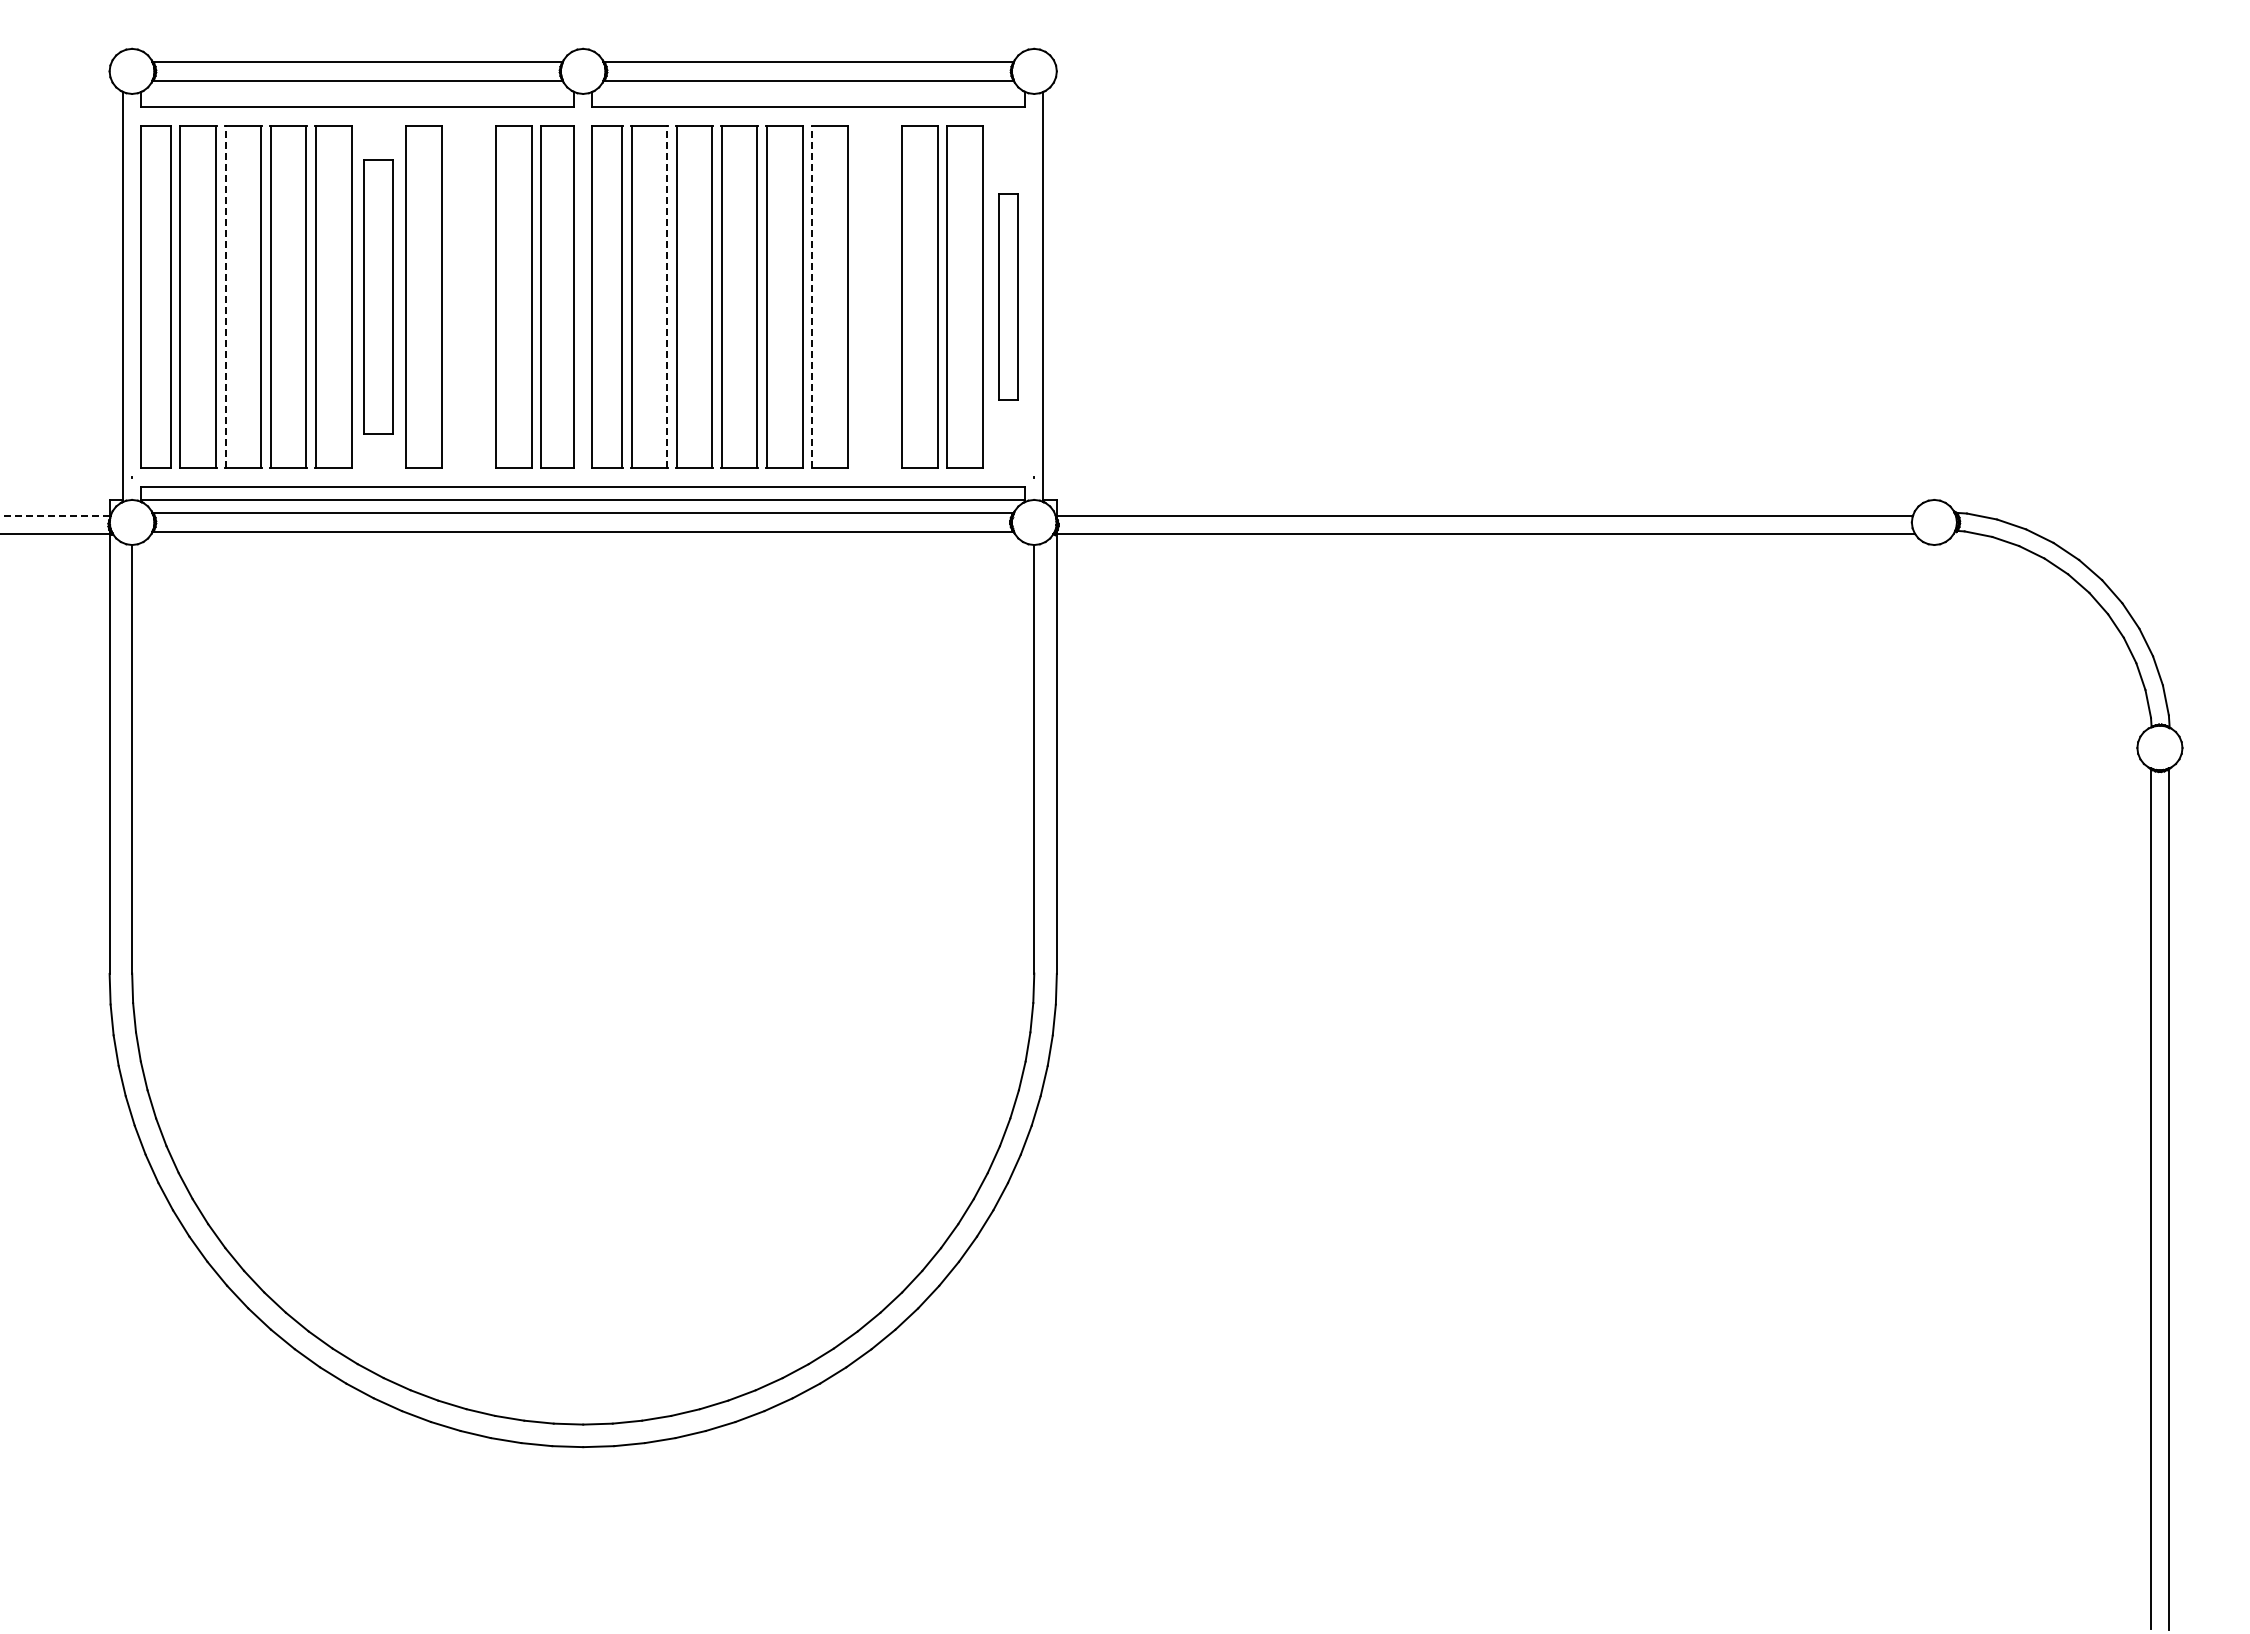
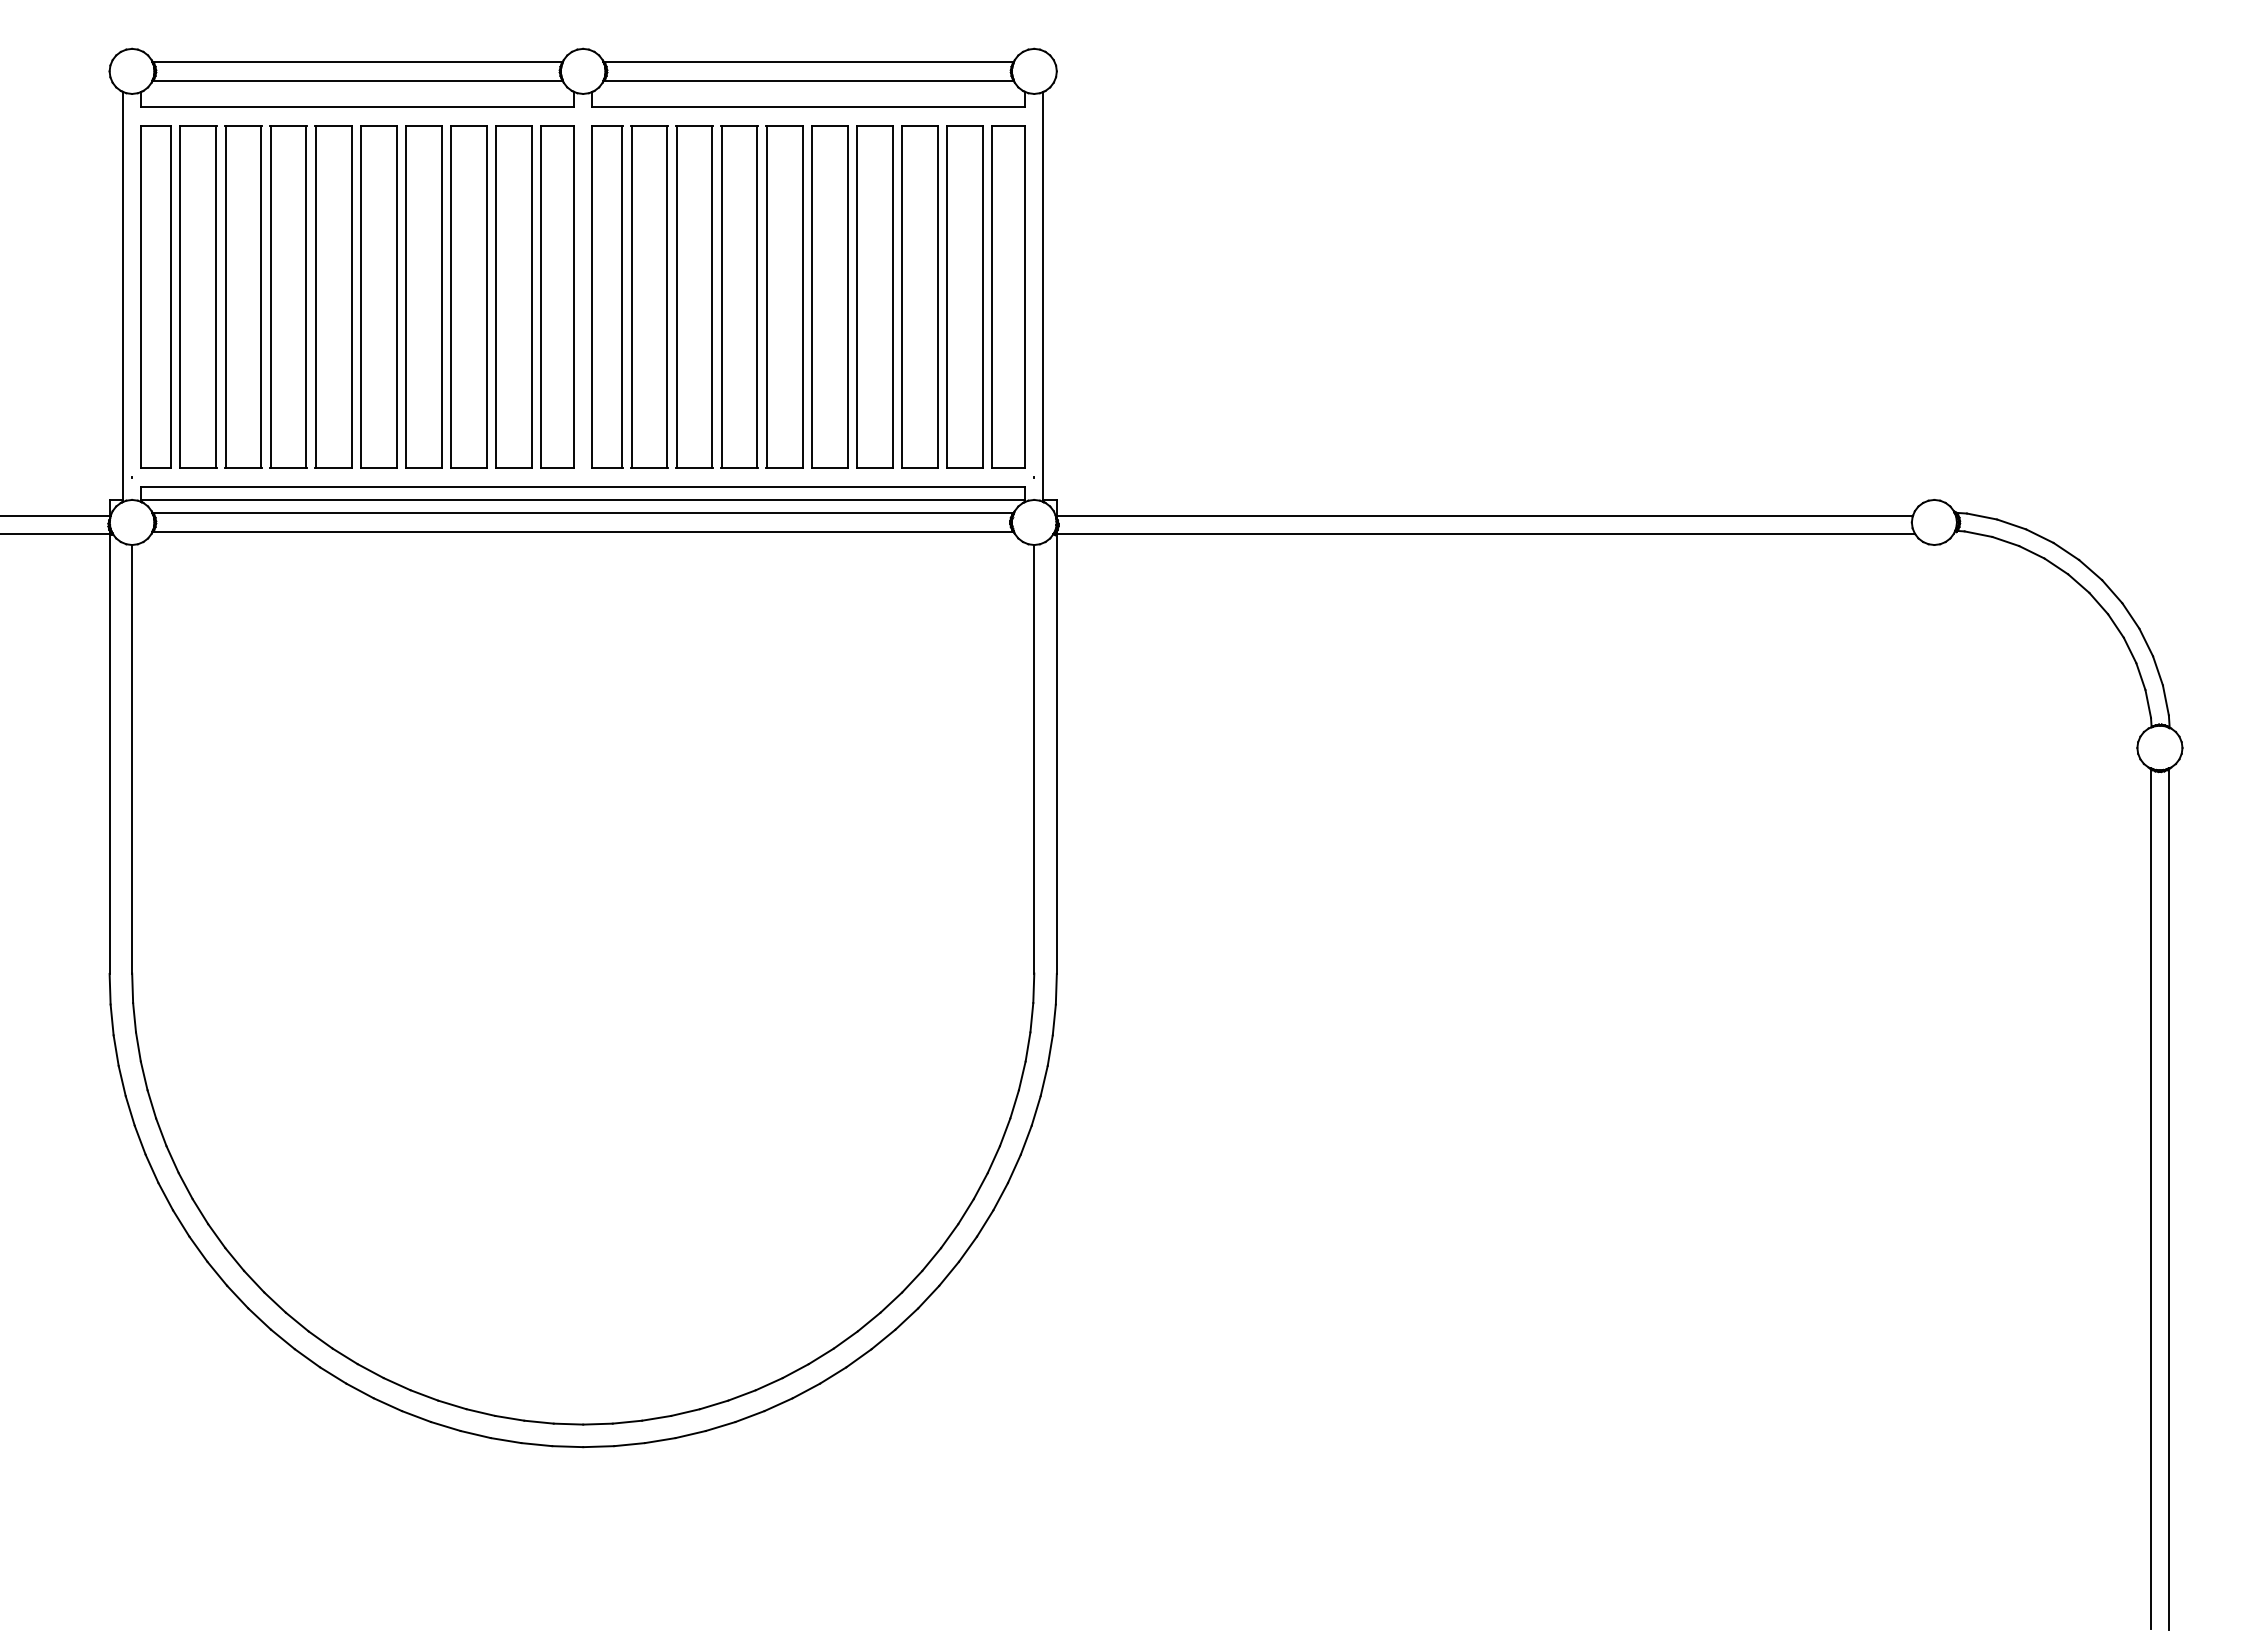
line at (225, 296): dashed -> solid
part at (378, 296) size: 31x276 px -> 38x344 px
part at (468, 296): none -> present
line at (667, 296): dashed -> solid
line at (811, 296): dashed -> solid
part at (874, 296): none -> present
part at (1008, 296) size: 21x208 px -> 35x344 px
line at (54, 515): dashed -> solid
